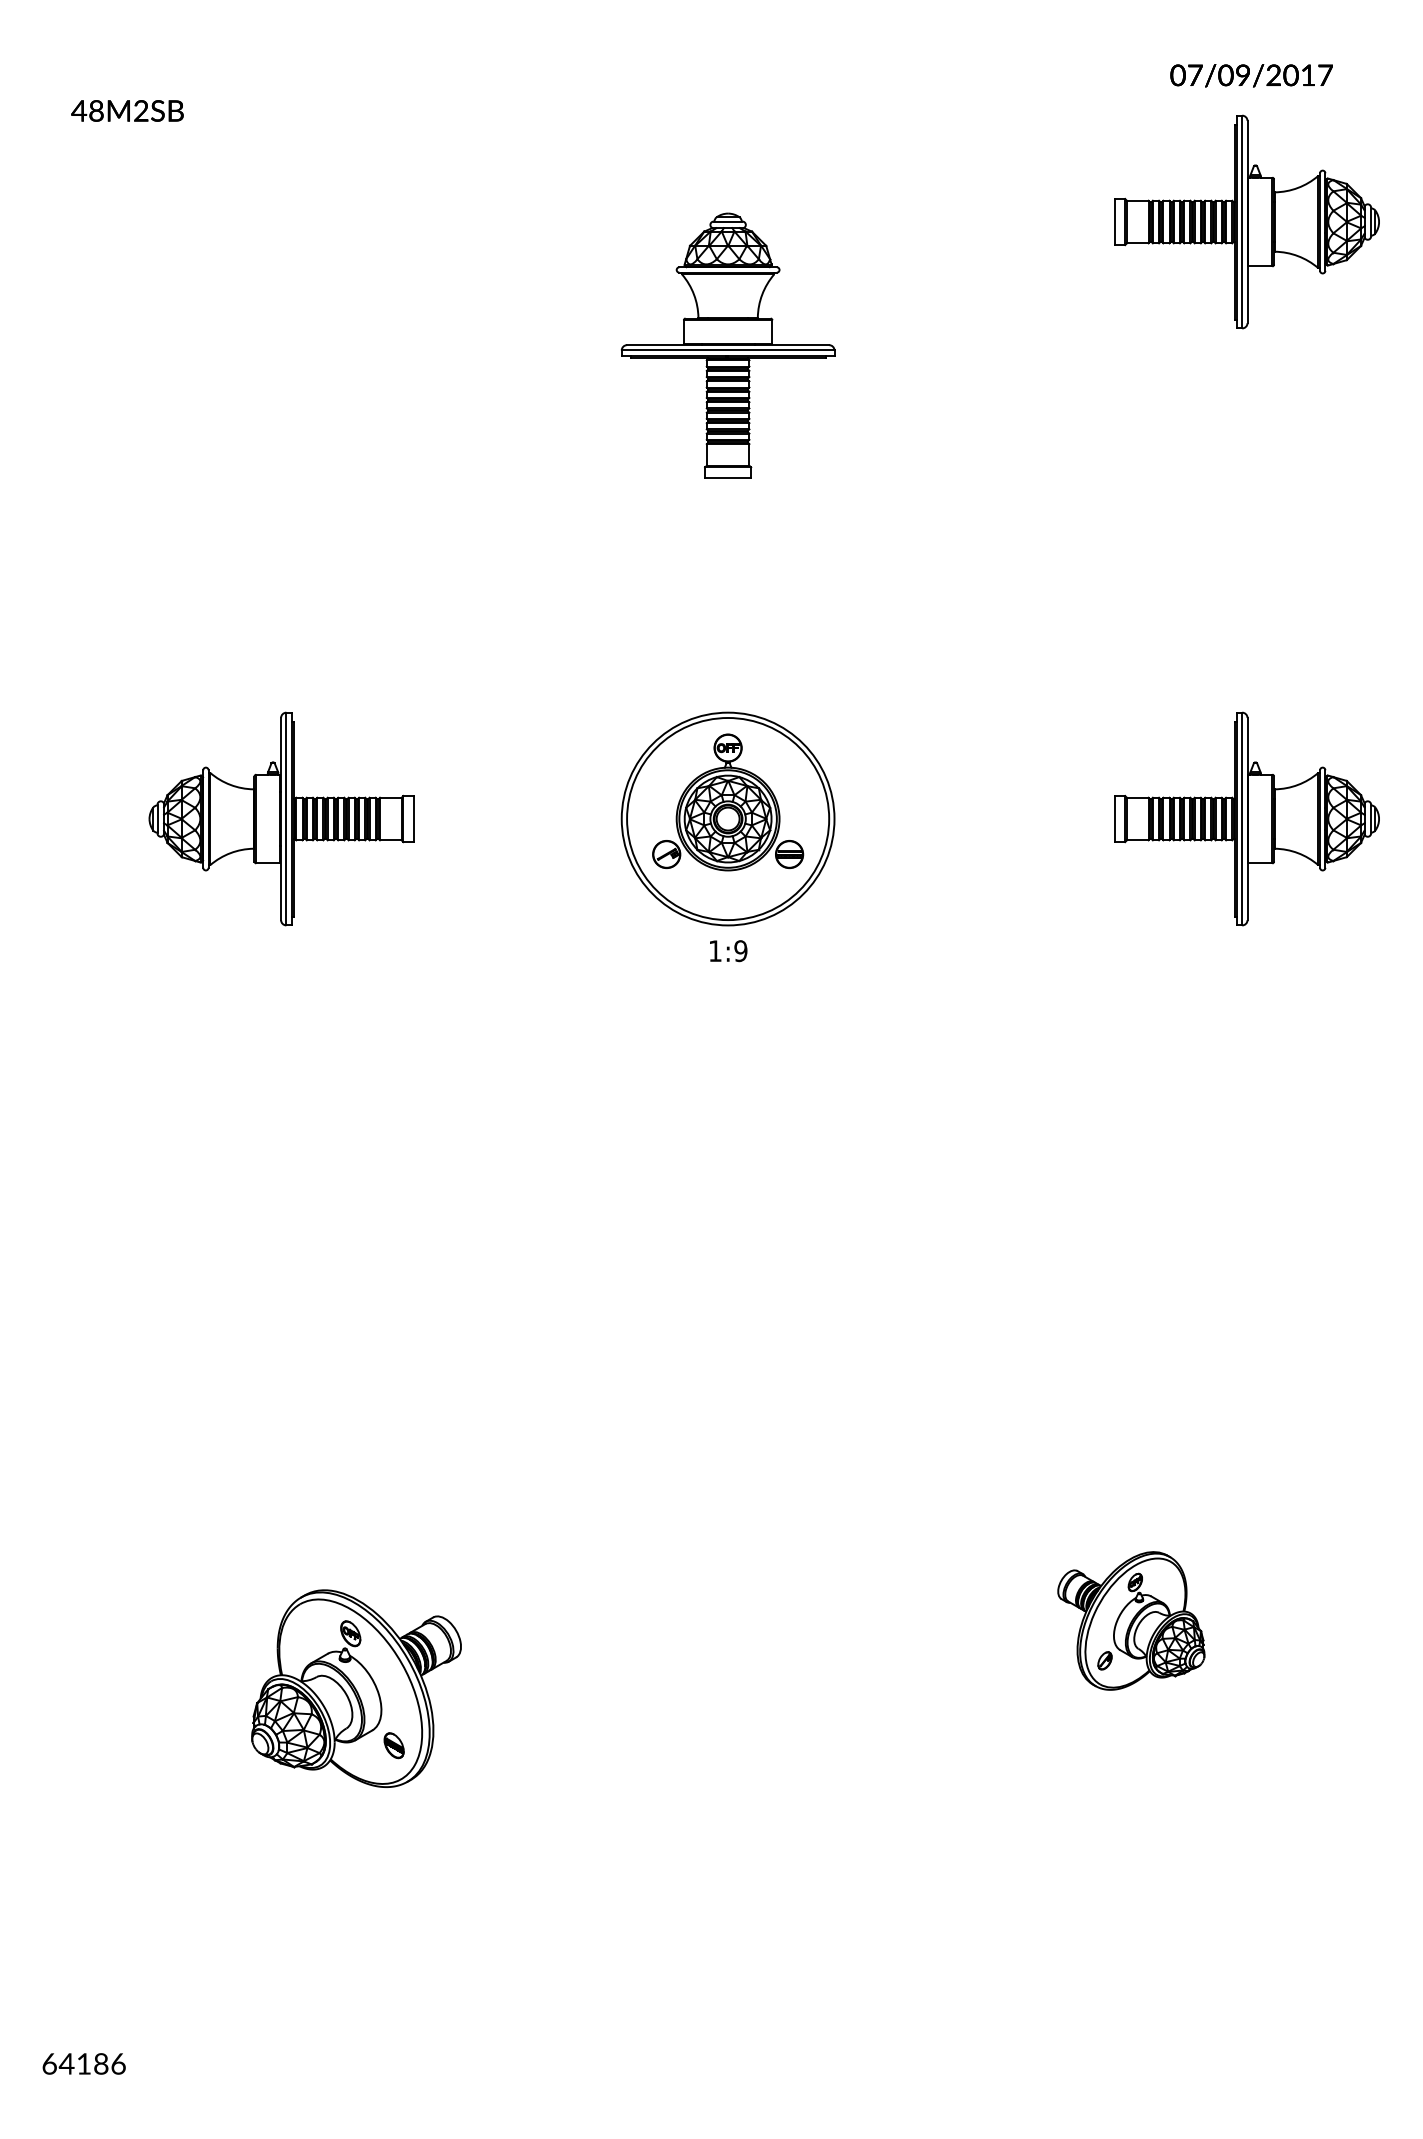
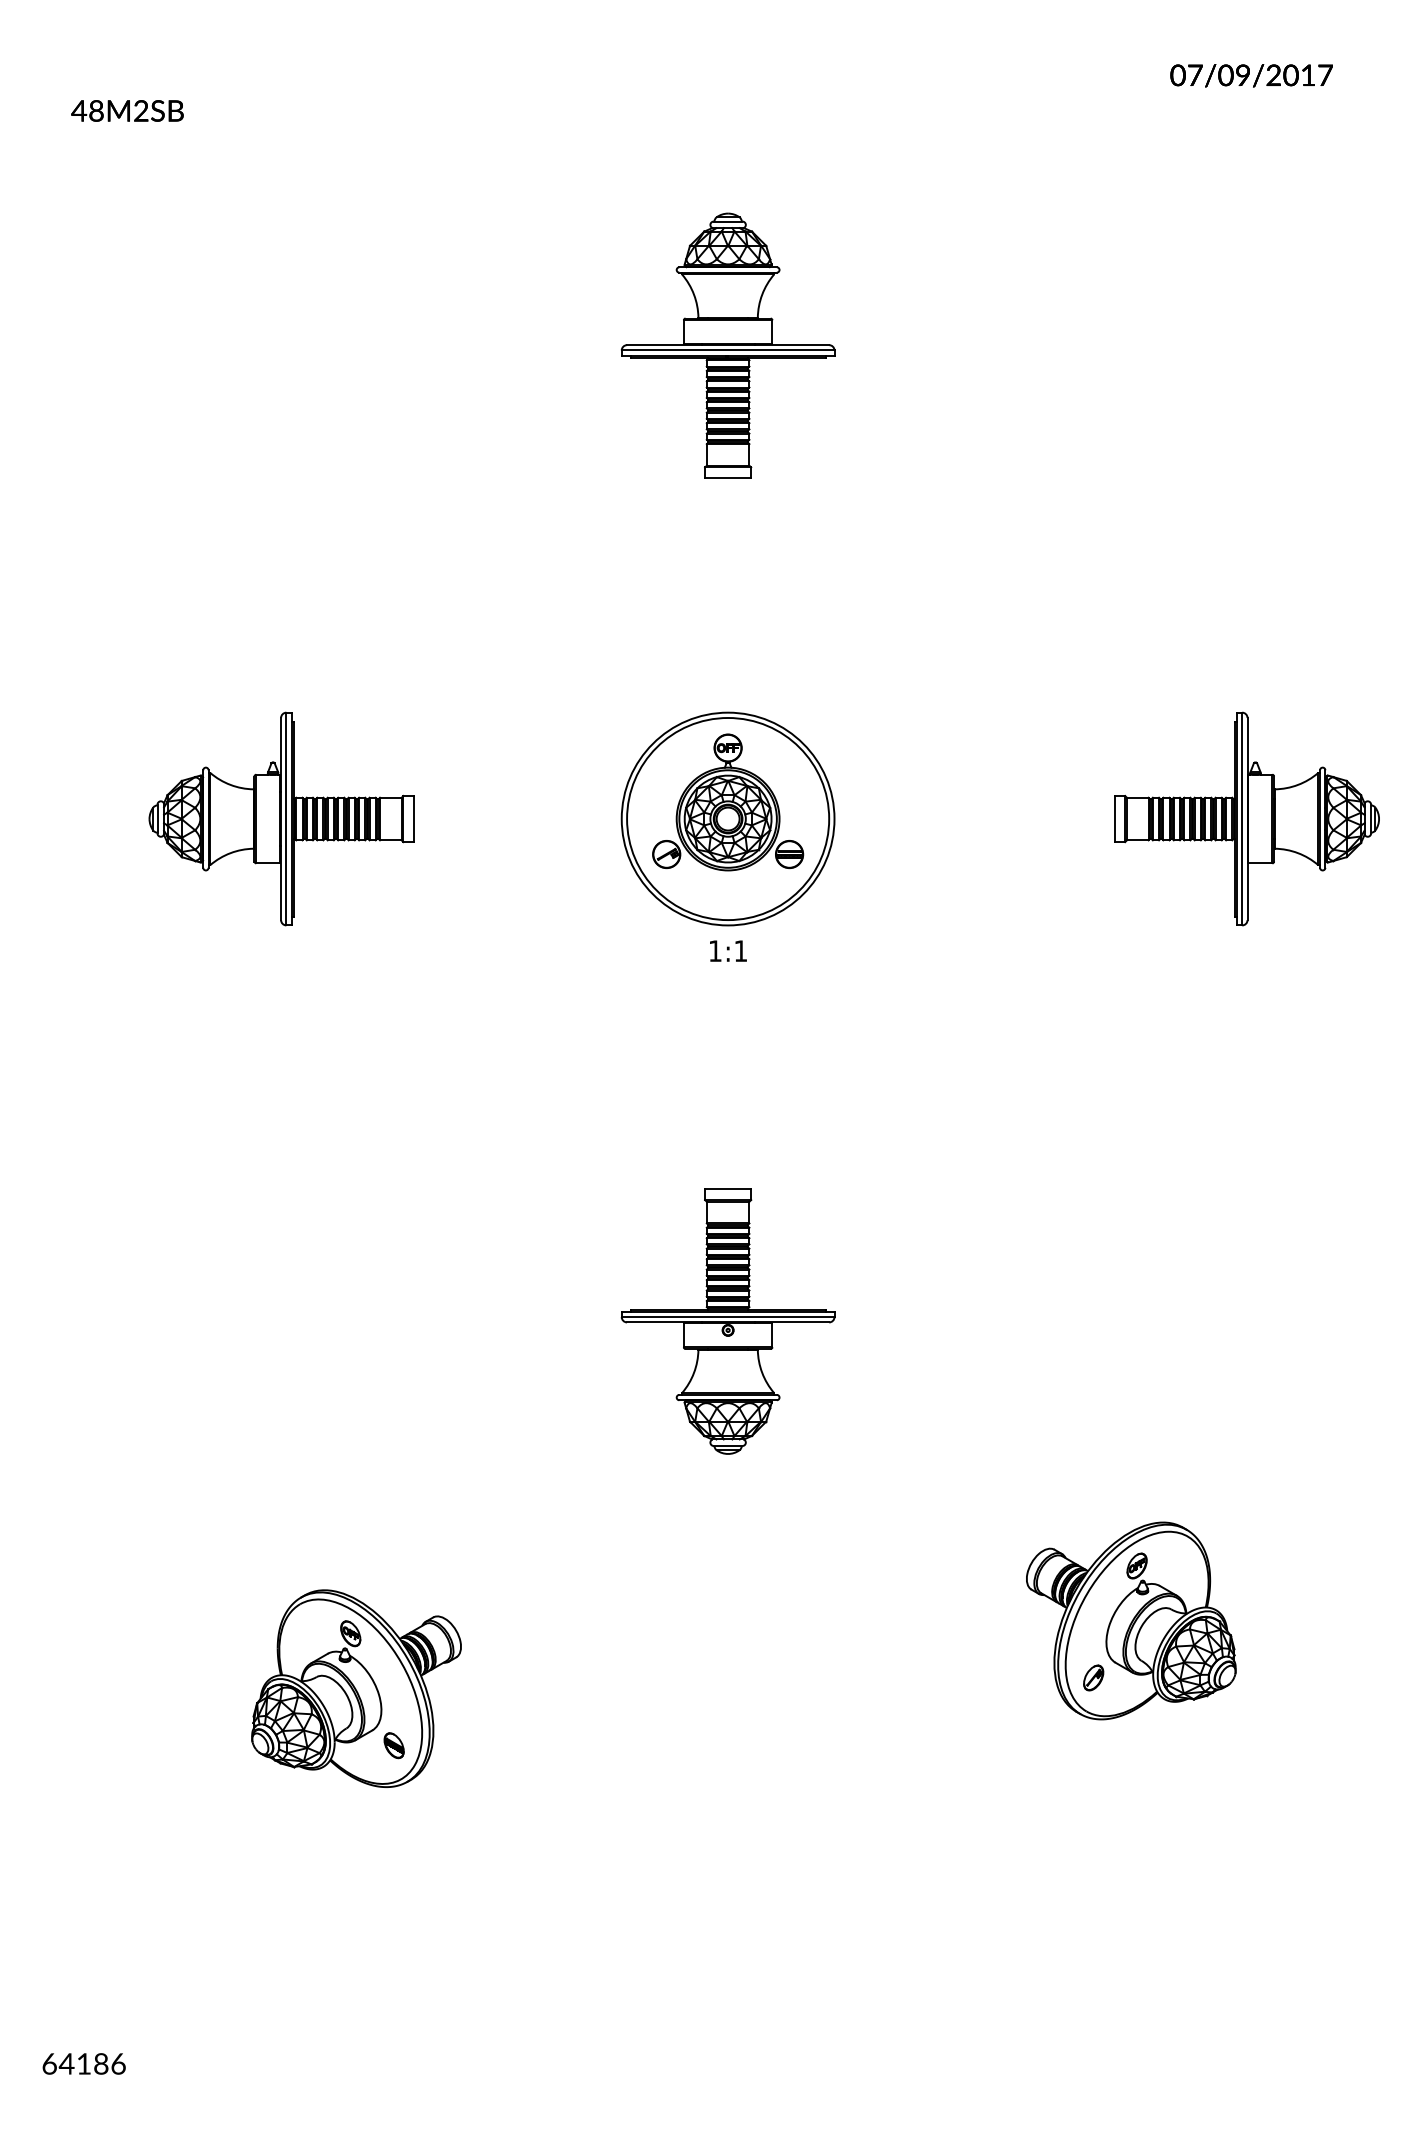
part at (1246, 221): present -> none
text at (740, 951): 1:9 -> 1:1
part at (727, 1321): none -> present
part at (1131, 1620) size: 149x140 px -> 211x200 px
